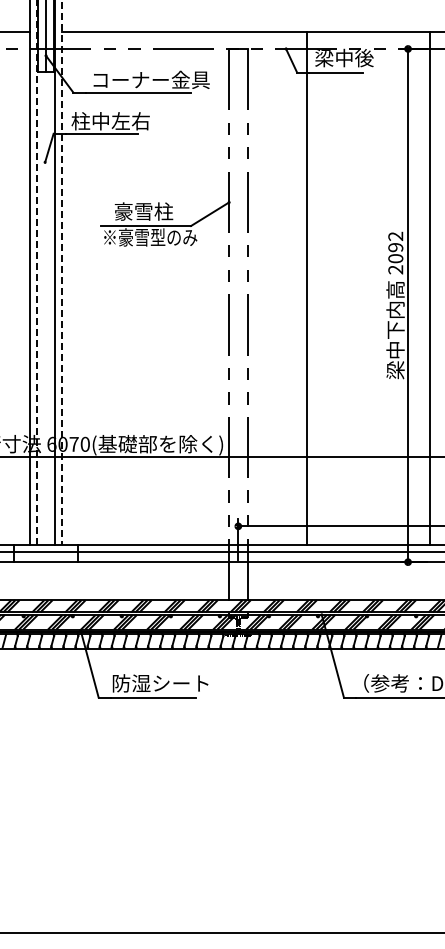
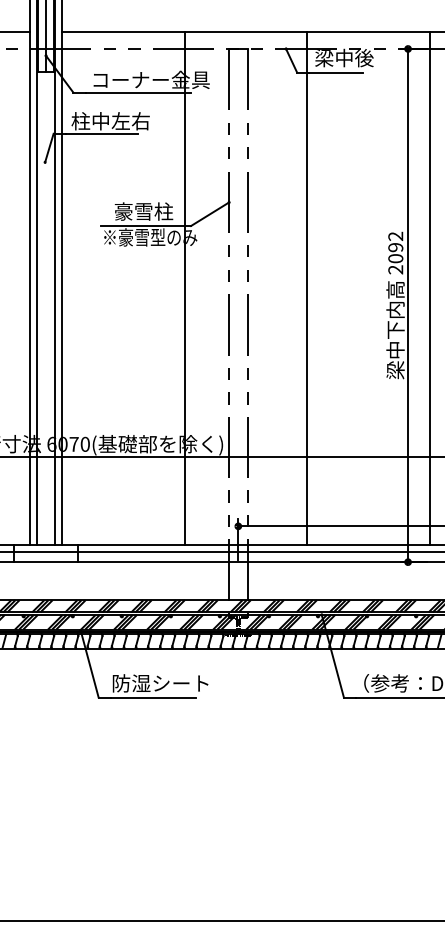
line at (36, 271): dashed -> solid
line at (62, 272): dashed -> solid
line at (184, 288): none -> present
line at (221, 932) position: (221, 932) -> (221, 920)
